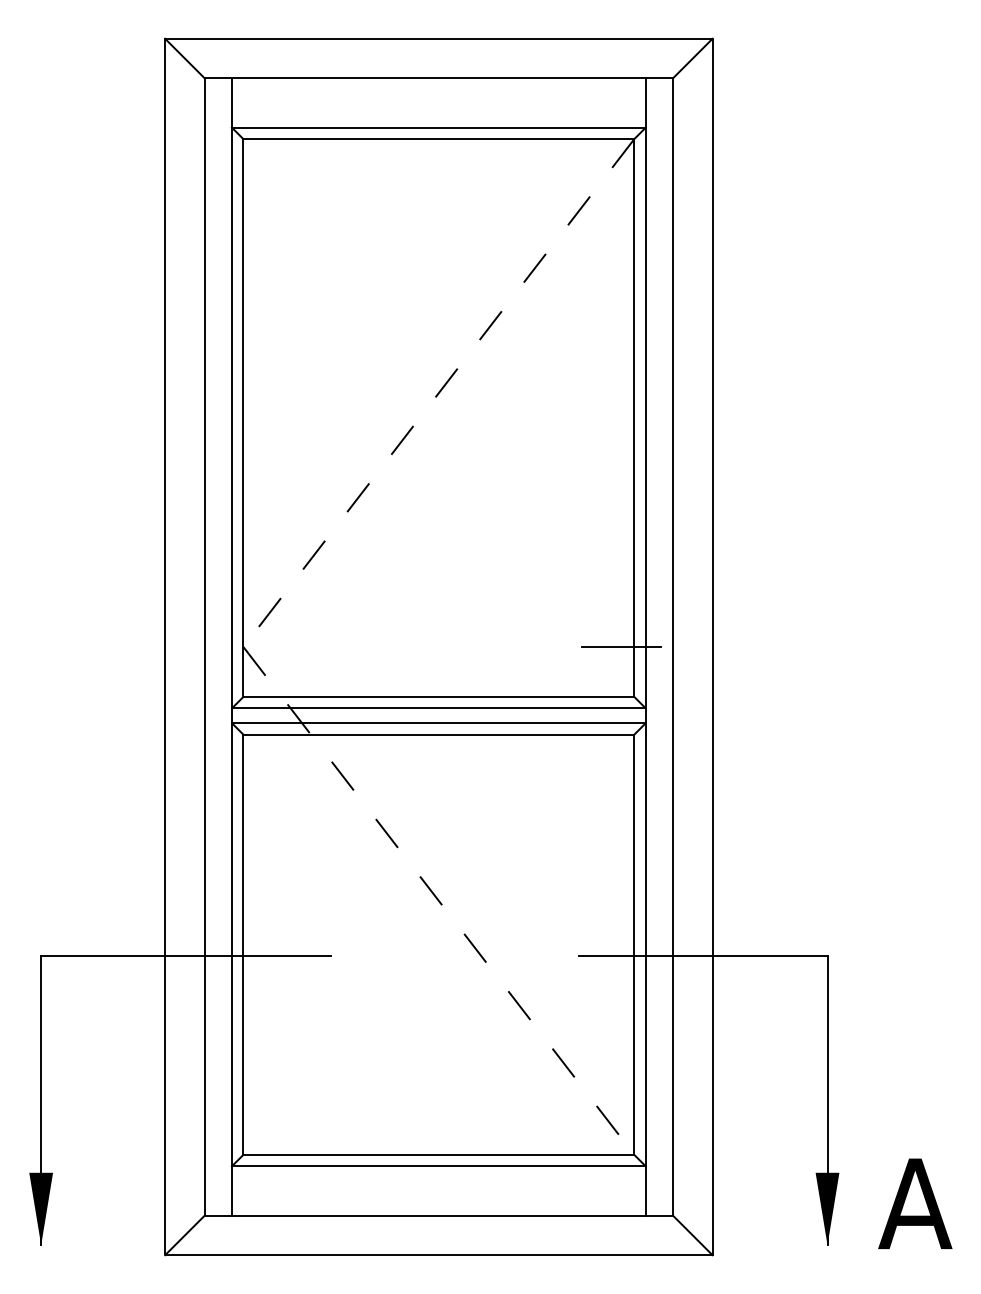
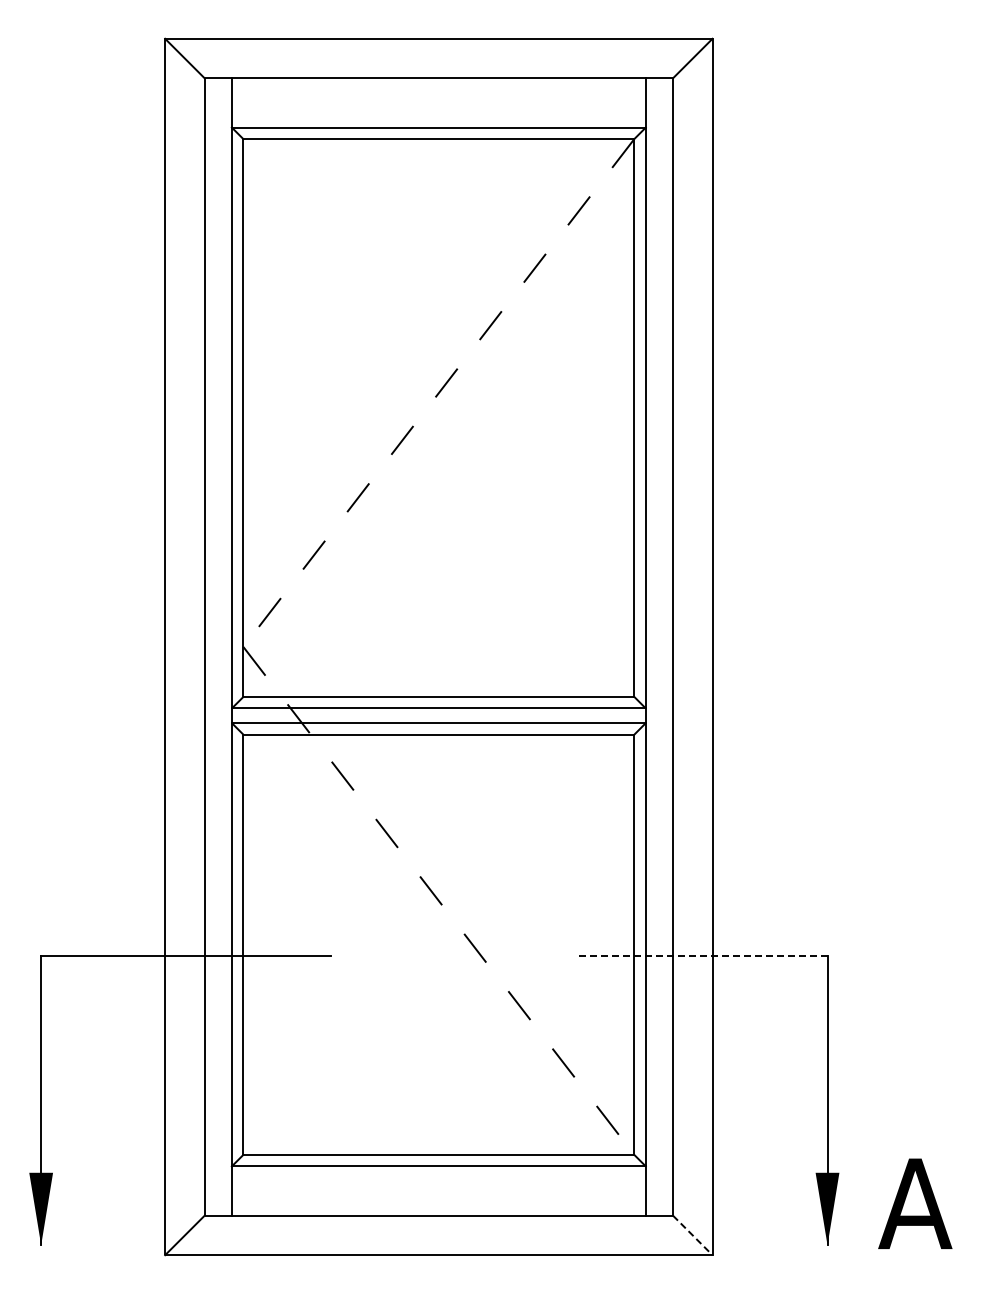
line at (620, 647): present -> none
line at (703, 955): solid -> dashed
line at (692, 1235): solid -> dashed
